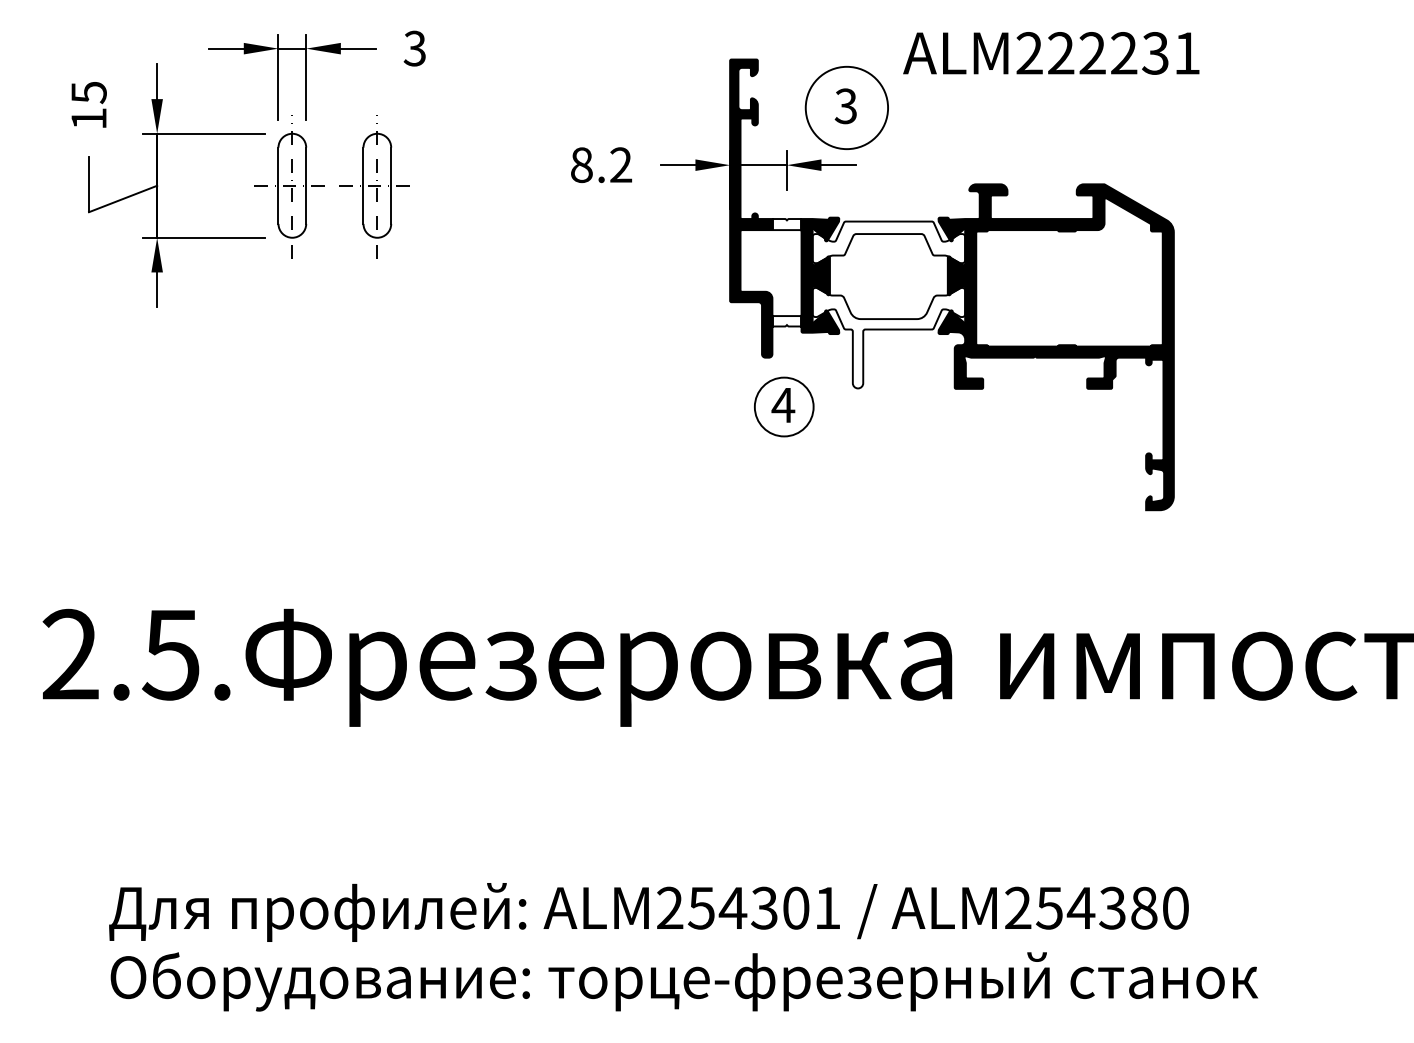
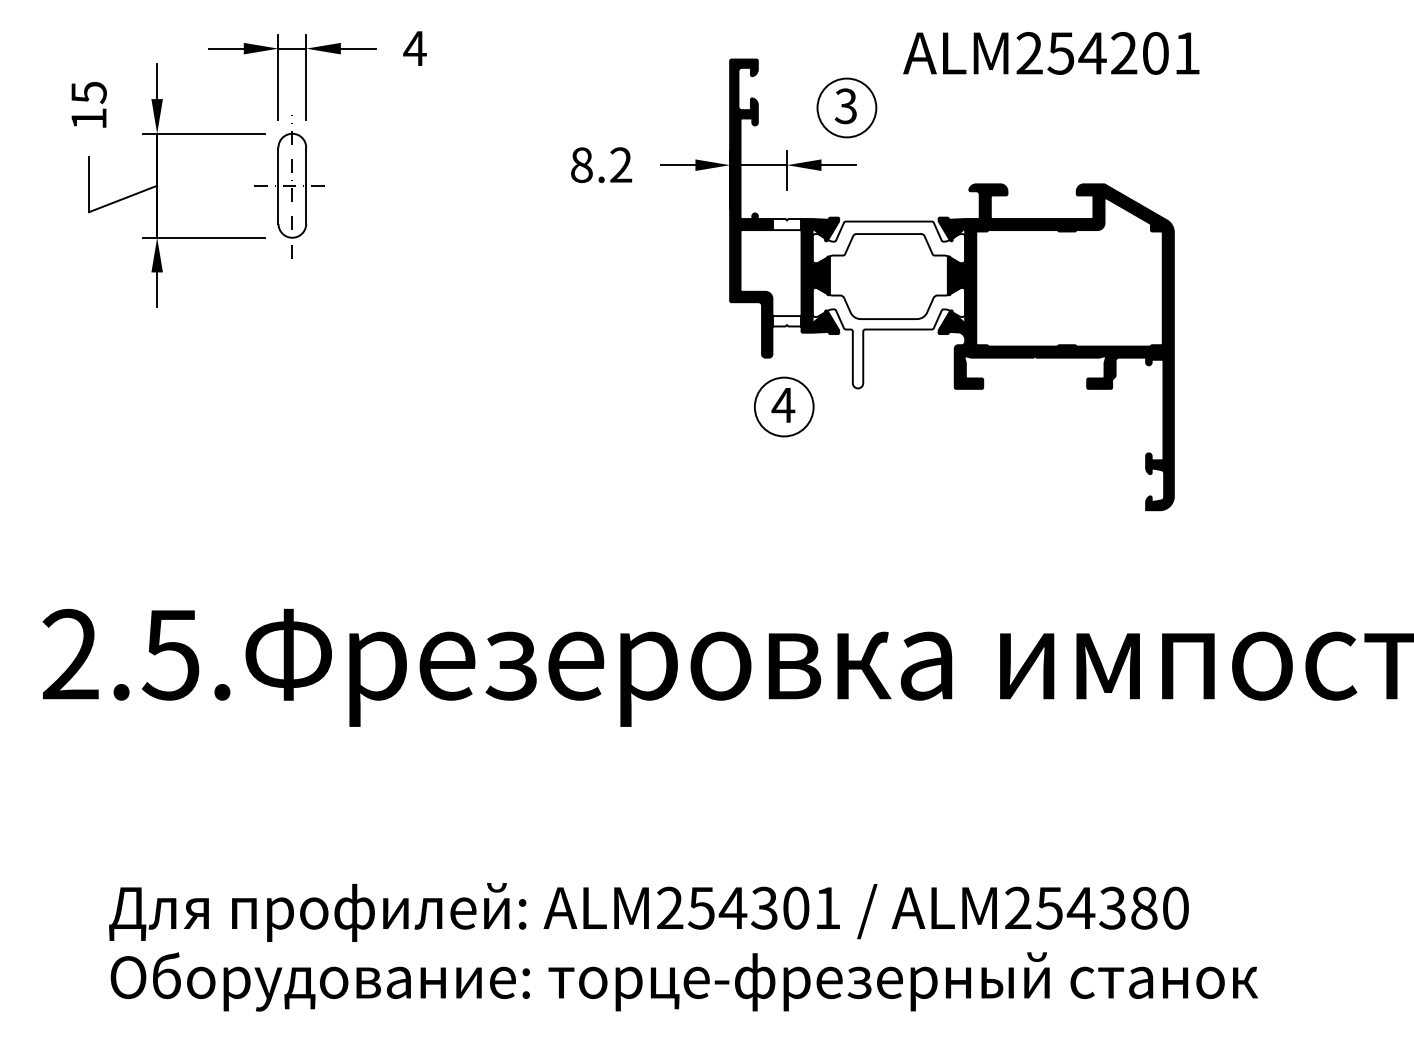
text at (414, 48): 3 -> 4
text at (1107, 53): ALM222231 -> ALM254201
circle at (846, 107) diameter: 82 px -> 59 px
part at (374, 186): present -> none
